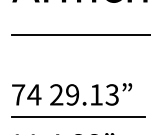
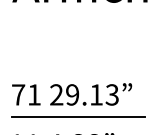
line at (79, 35): present -> none
text at (34, 94): 74 -> 71
